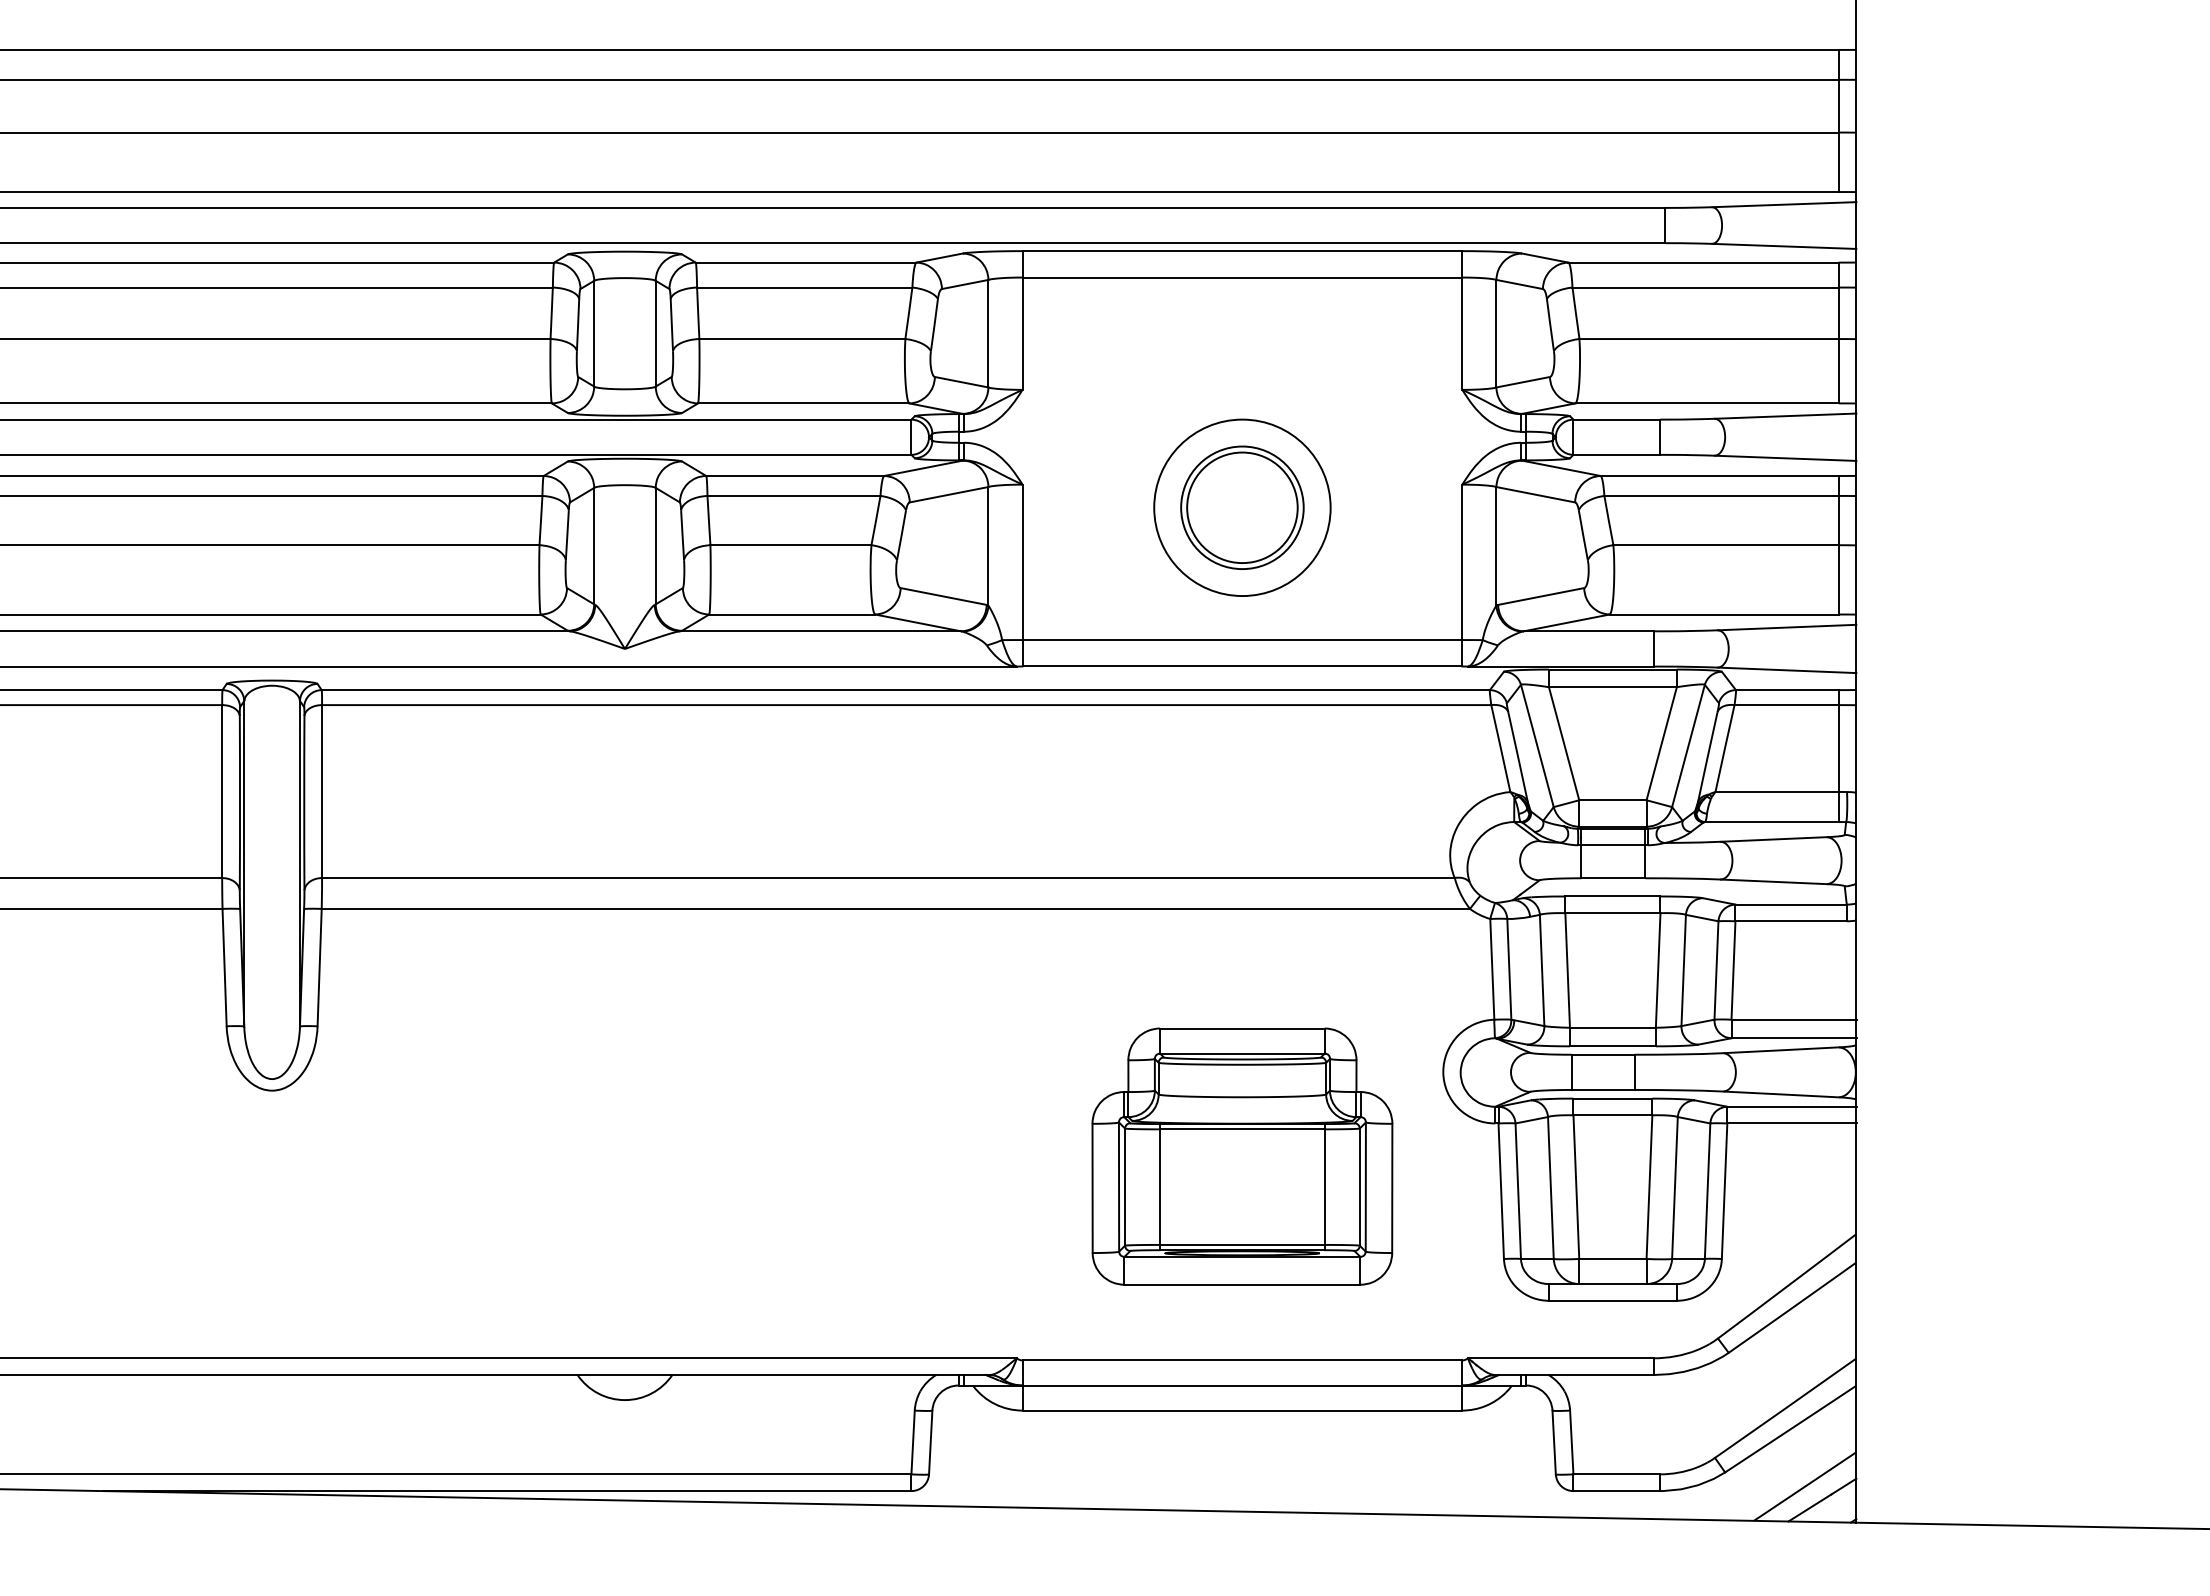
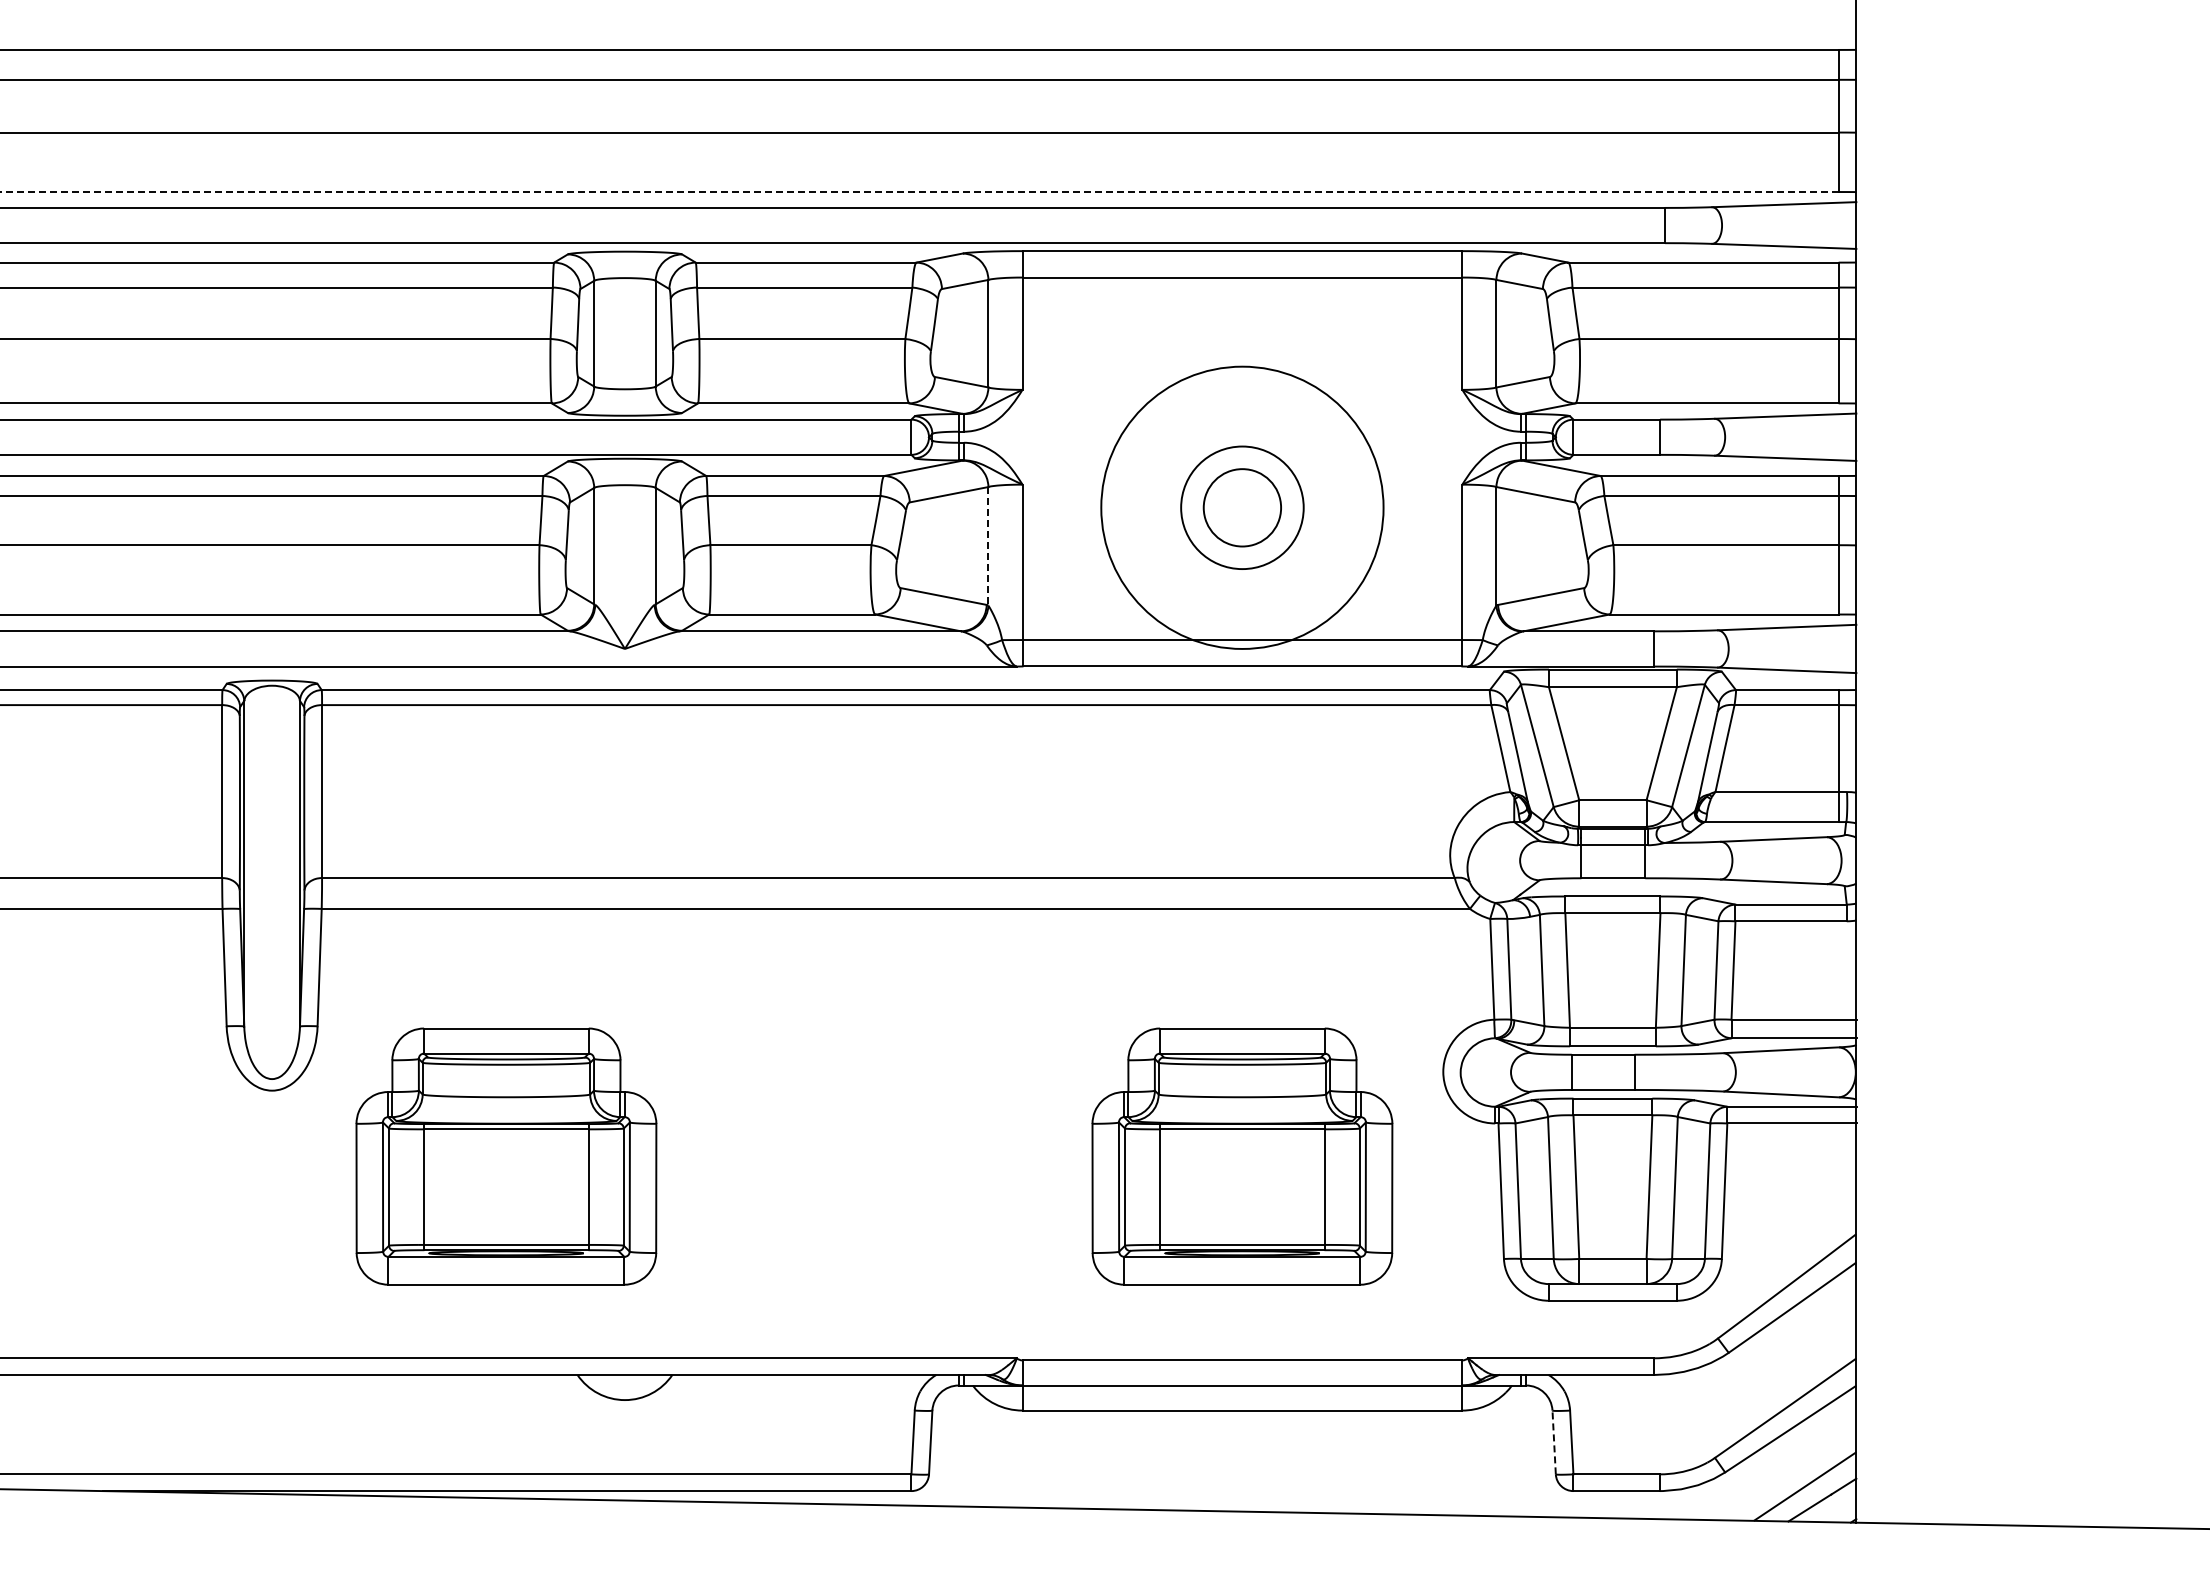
line at (918, 192): solid -> dashed
circle at (1242, 507) diameter: 111 px -> 77 px
circle at (1242, 507) diameter: 176 px -> 282 px
line at (988, 546): solid -> dashed
part at (506, 1156): none -> present
line at (1554, 1442): solid -> dashed
